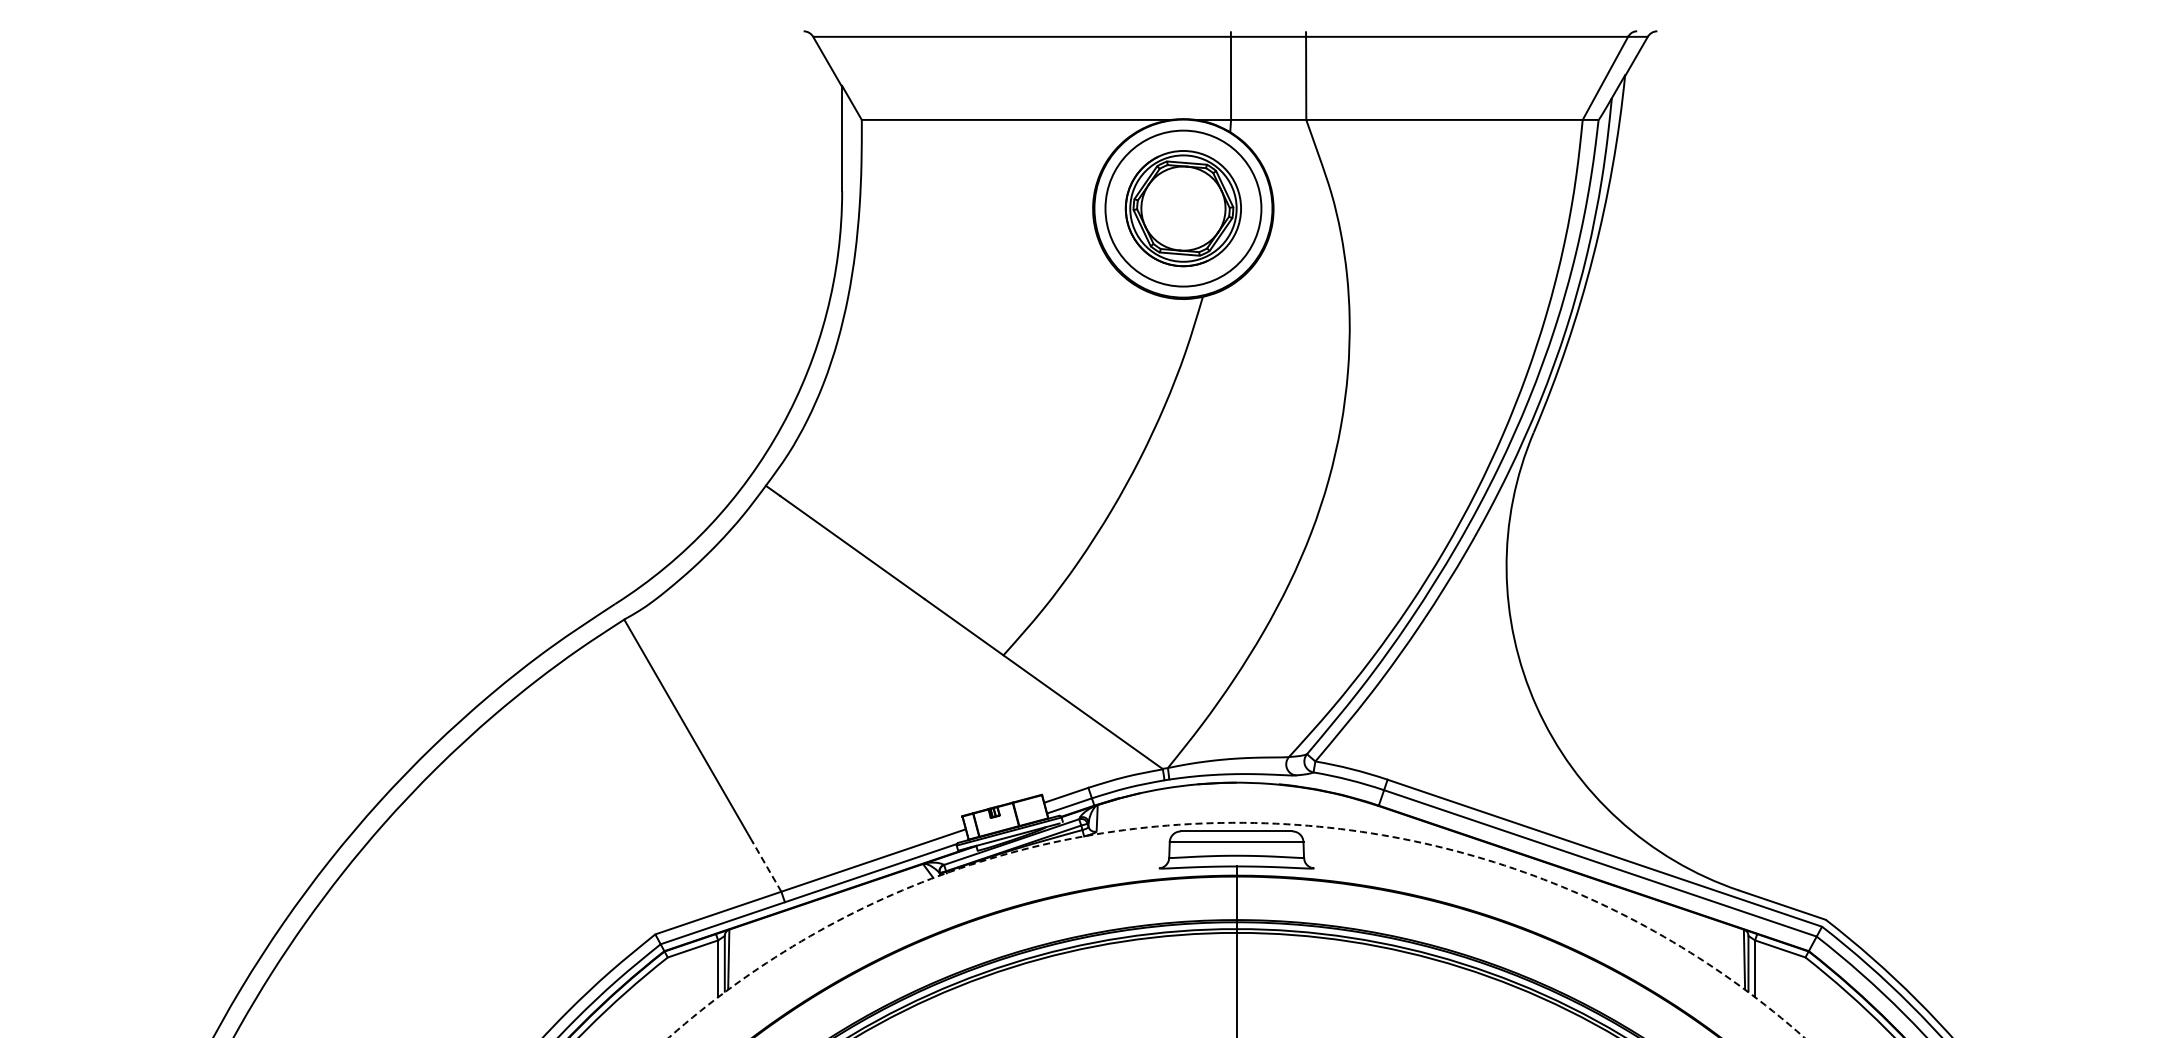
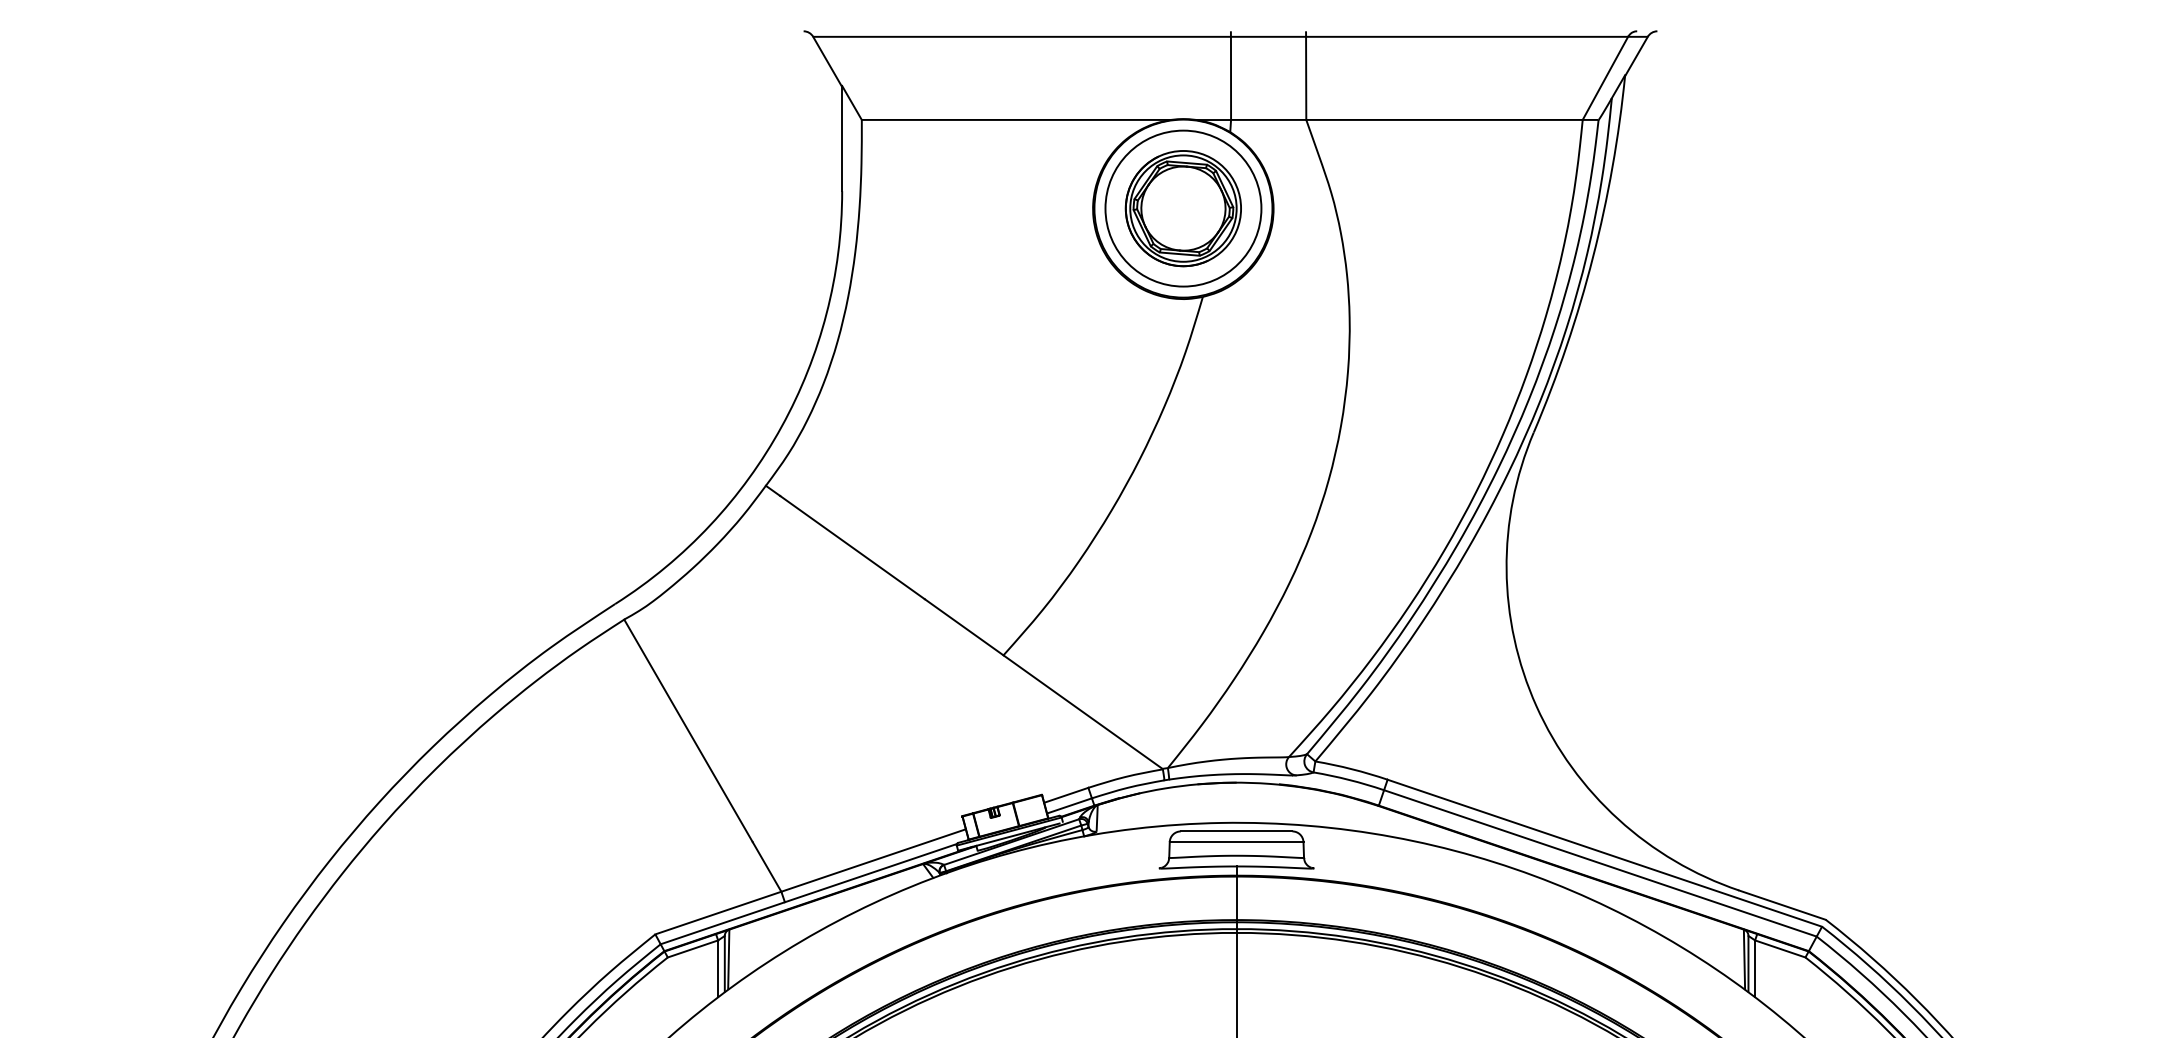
arc at (1236, 822): dashed -> solid
line at (767, 866): dashed -> solid
